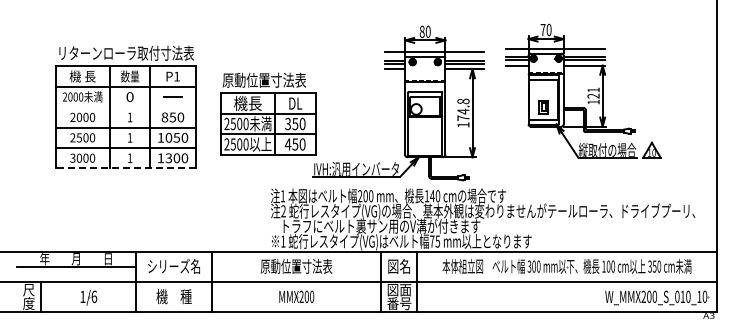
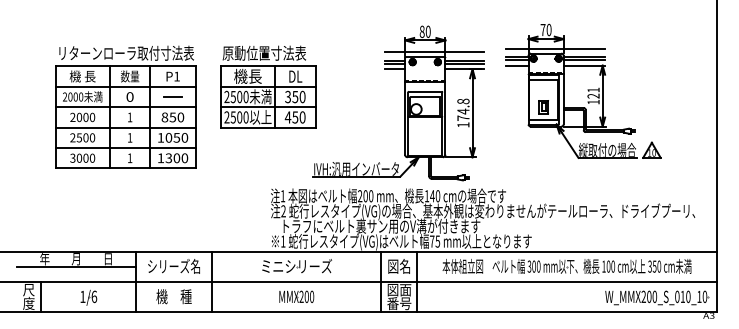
line at (125, 107): none -> present
part at (268, 113) position: (268, 113) -> (268, 86)
line at (125, 168): dashed -> solid
text at (296, 265): 原動位置寸法表 -> ミニシリーズ
